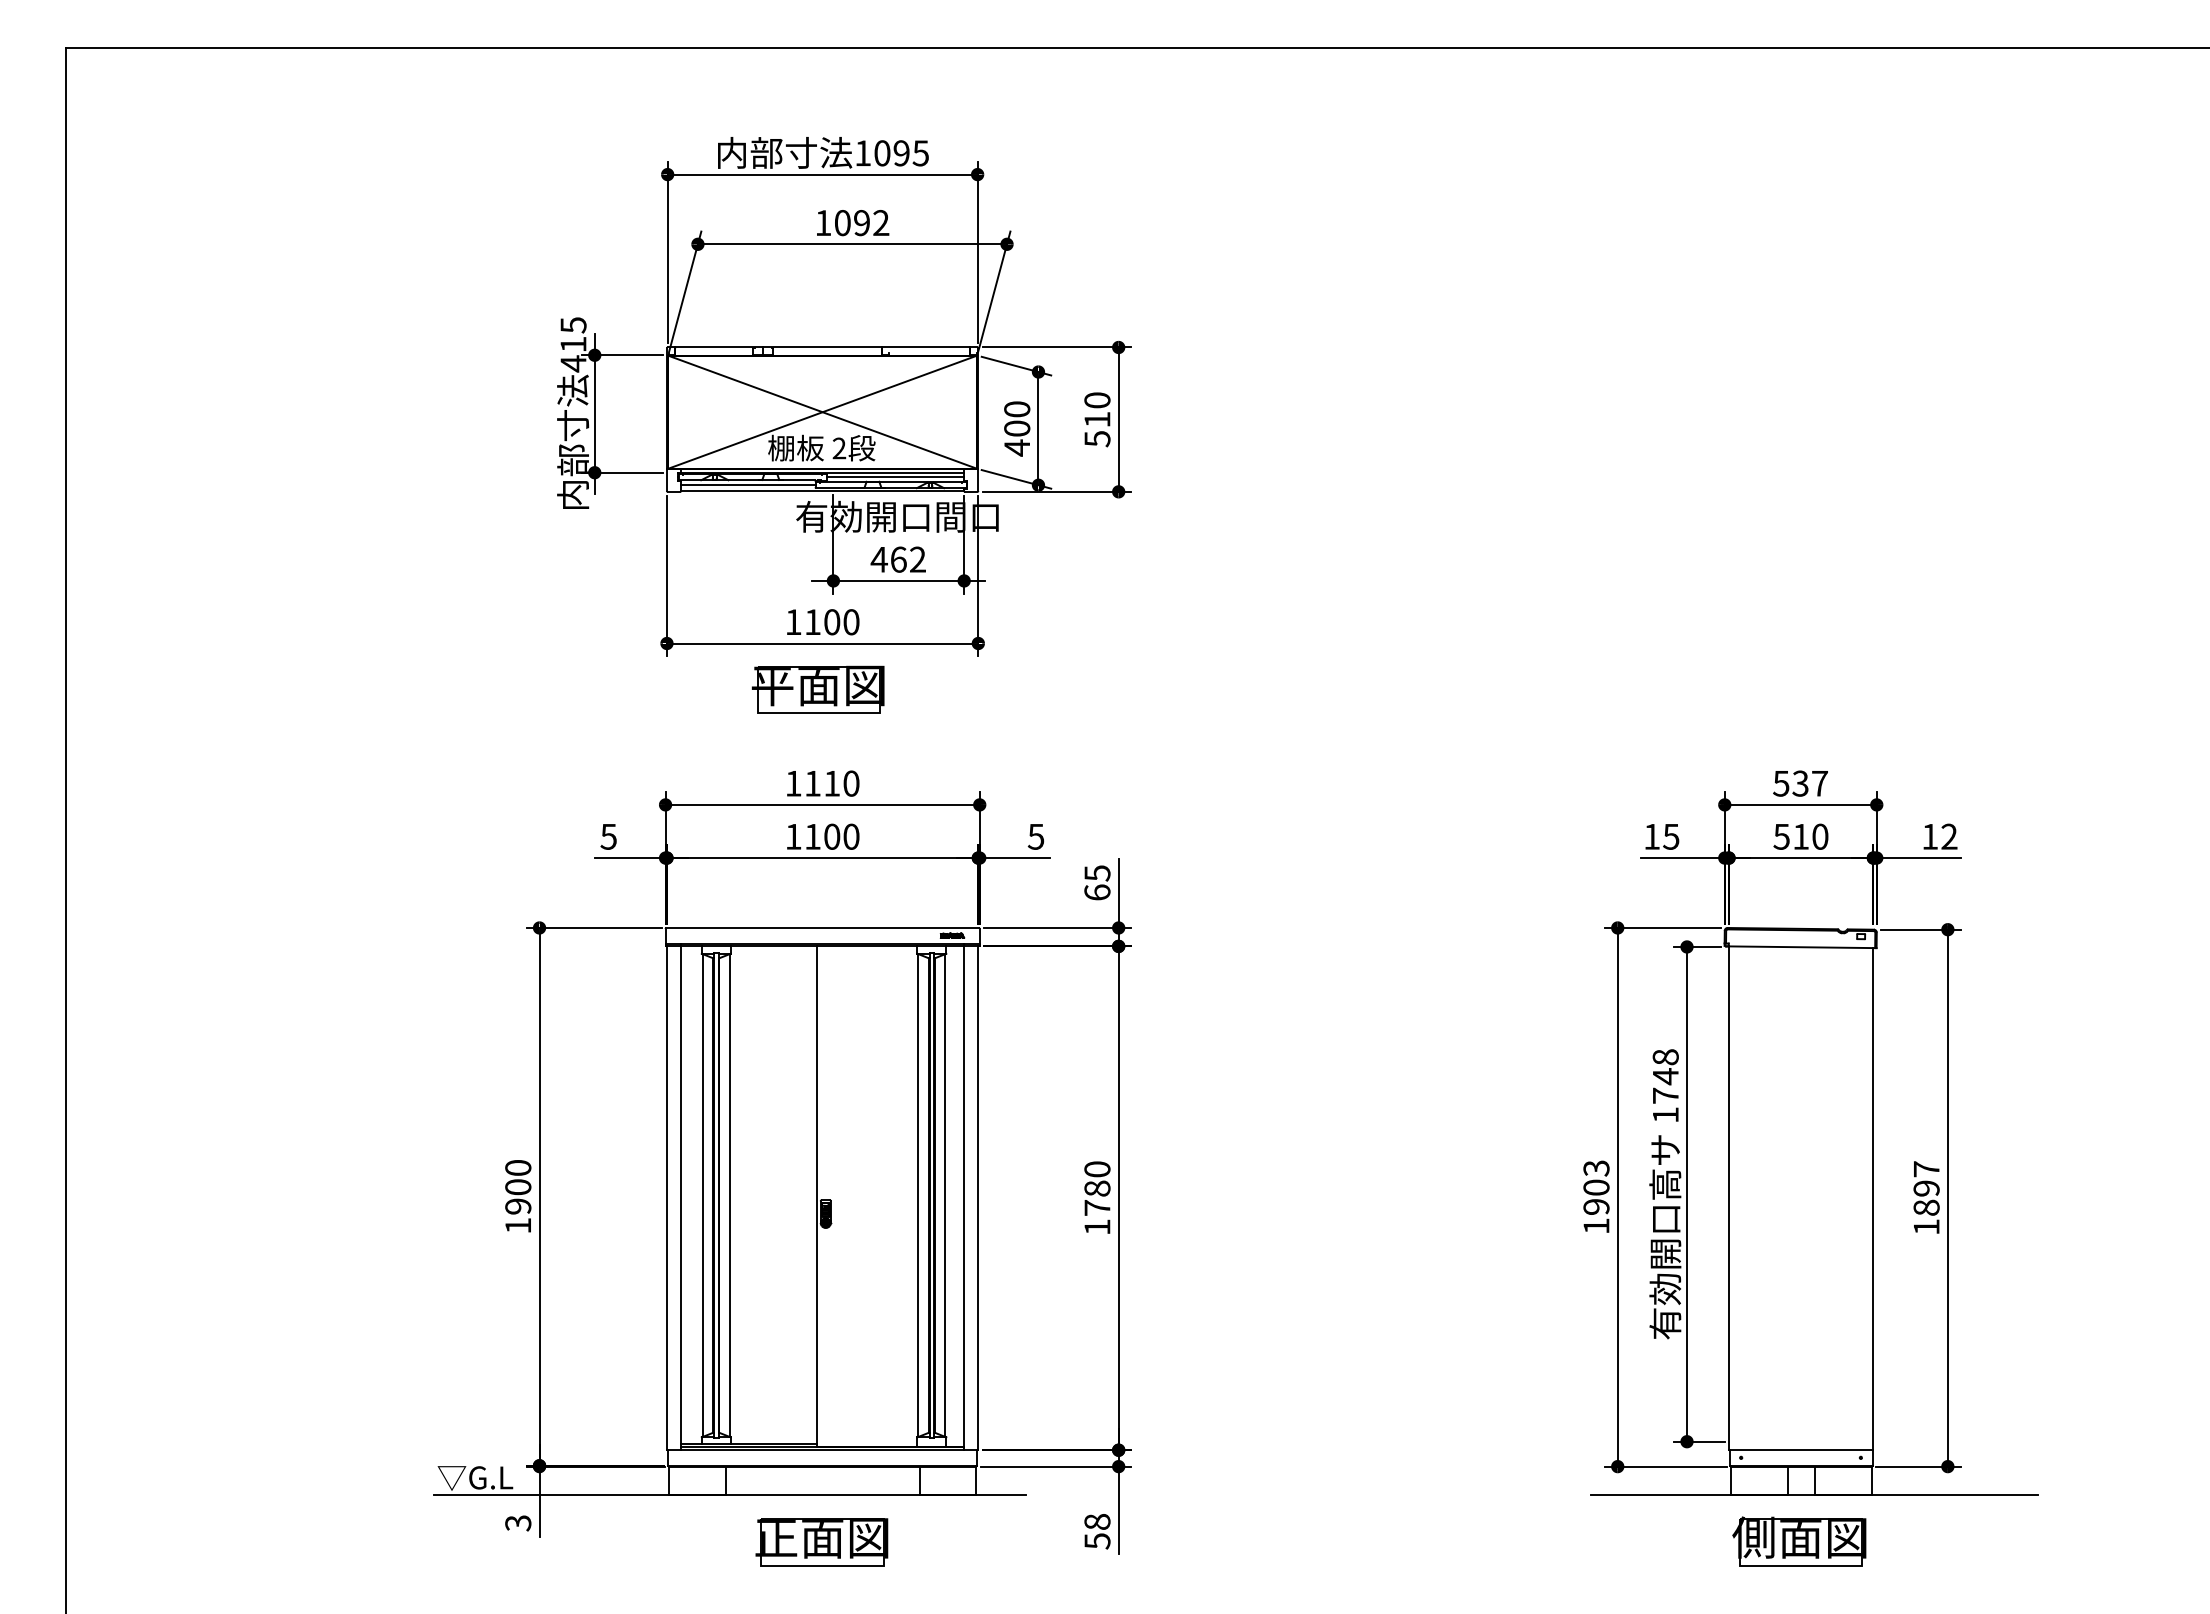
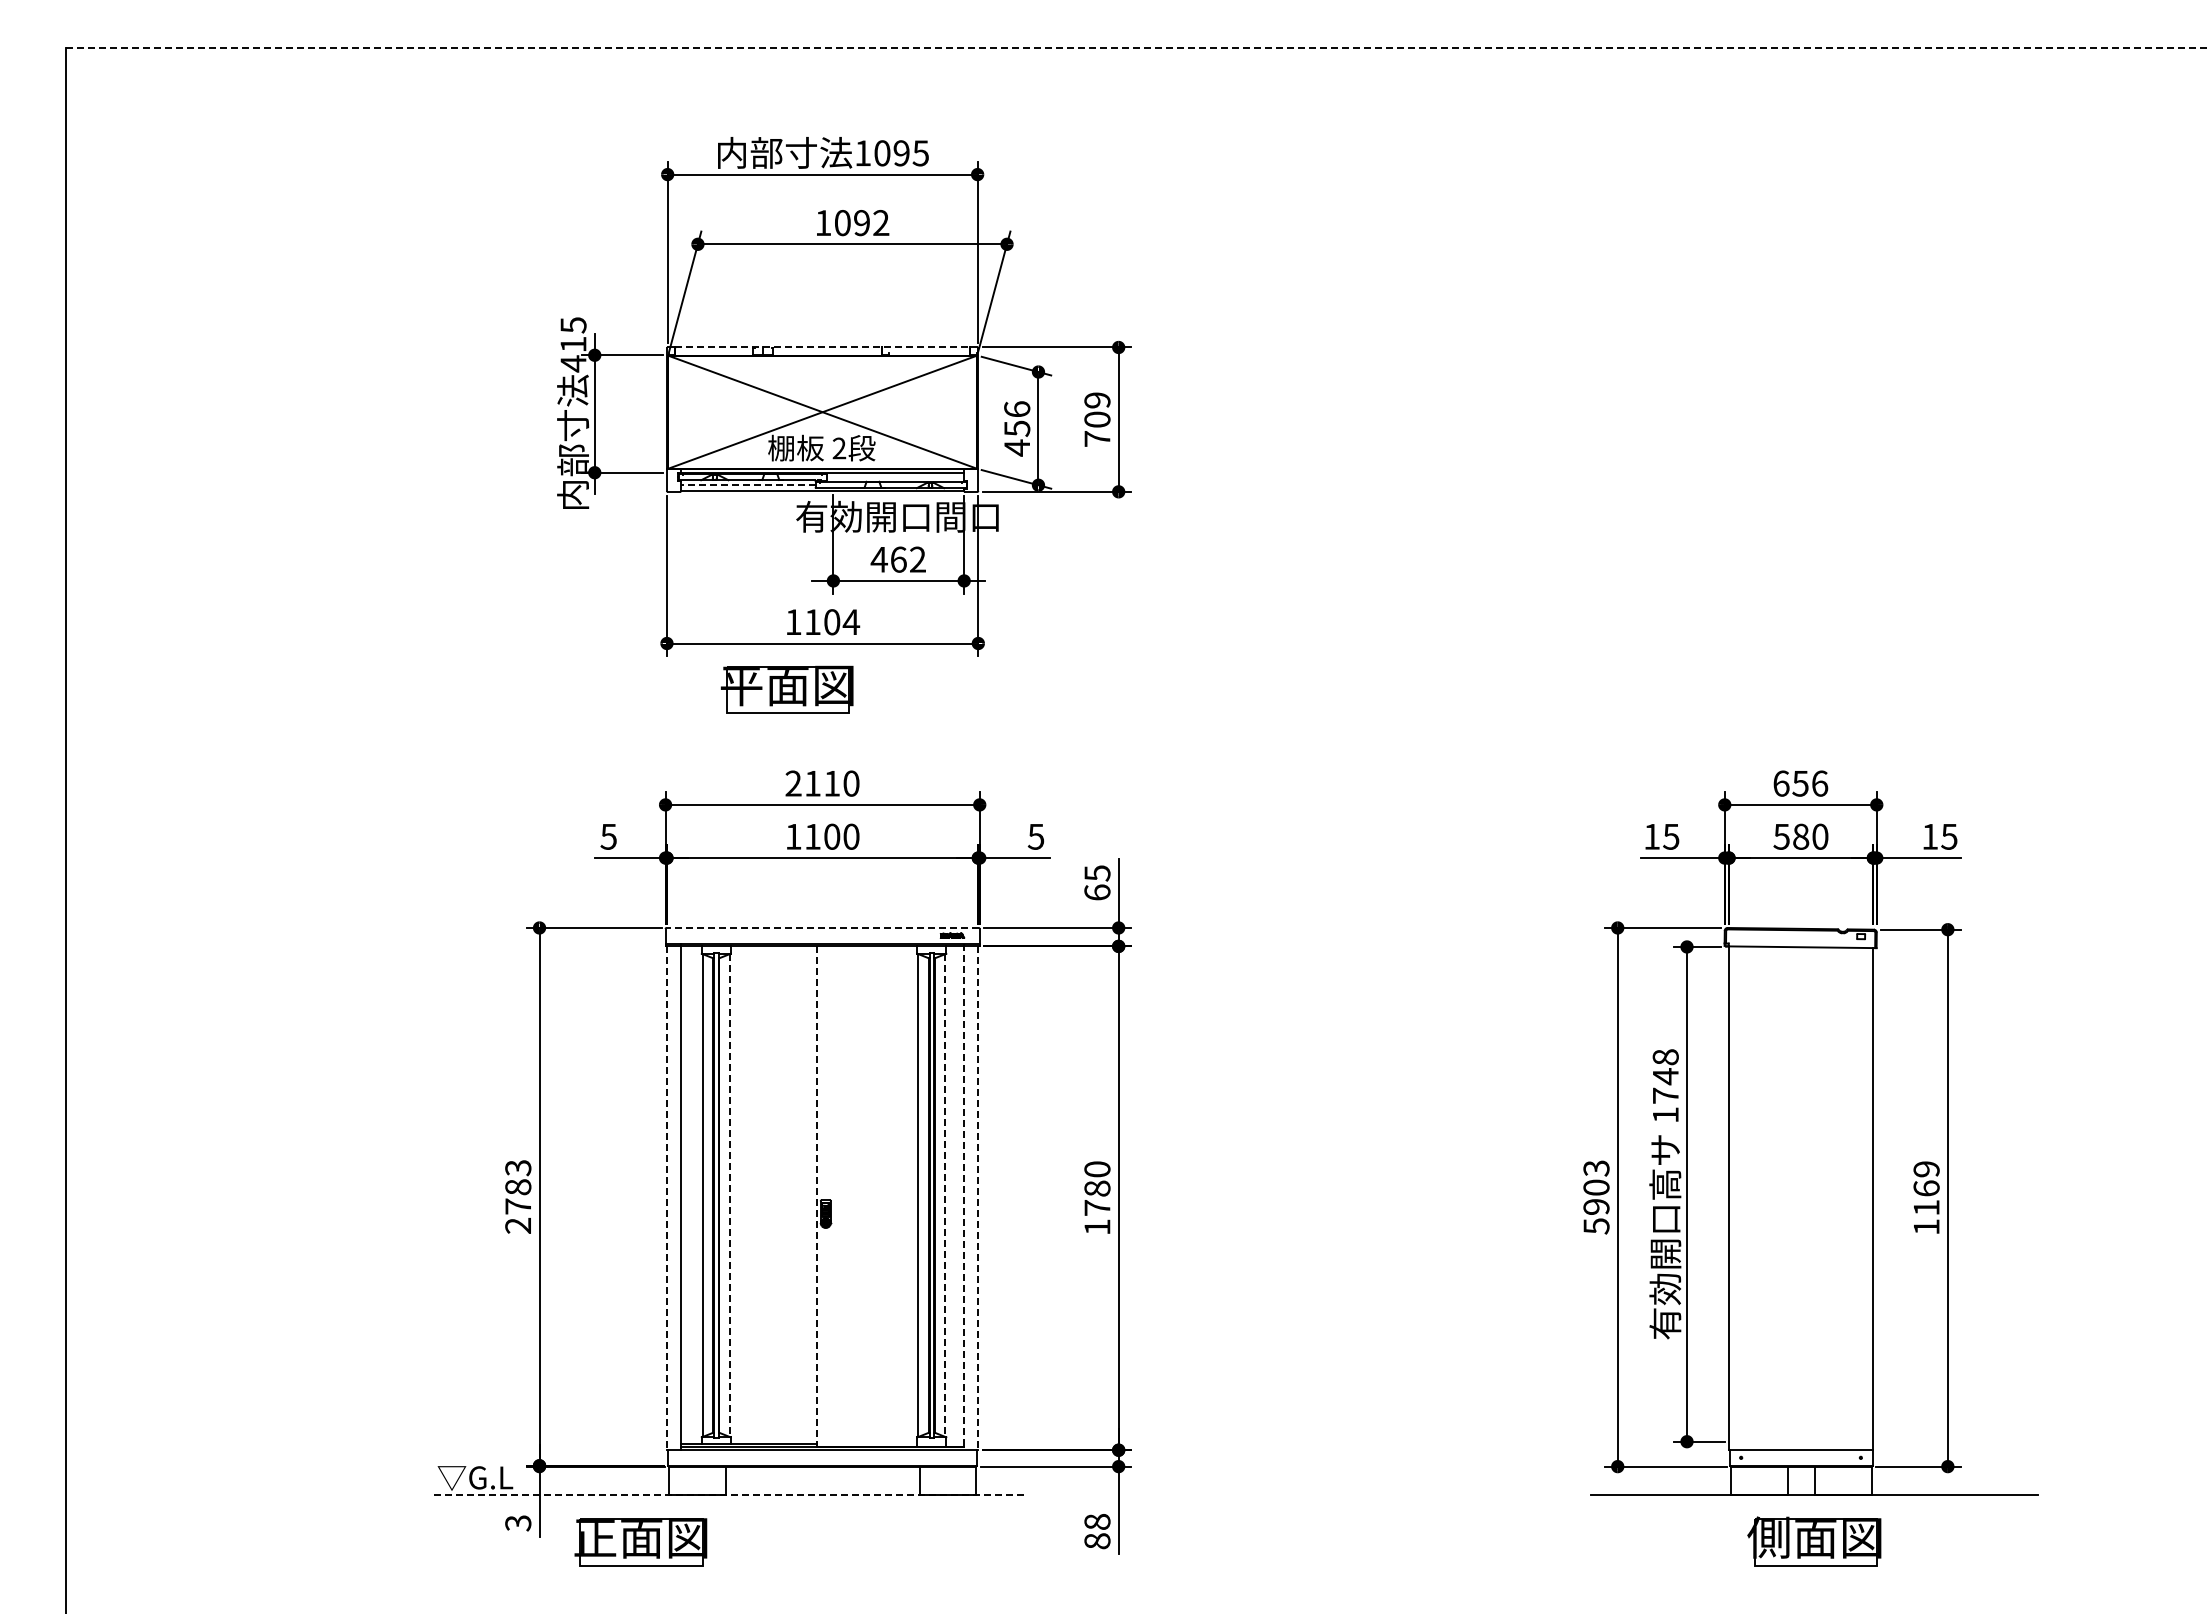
line at (1138, 48): solid -> dashed
line at (823, 347): solid -> dashed
text at (1017, 418): 400 -> 456
text at (1097, 419): 510 -> 709
line at (895, 476): present -> none
line at (747, 484): solid -> dashed
text at (851, 622): 1100 -> 1104
part at (817, 689) position: (817, 689) -> (786, 689)
text at (793, 783): 1110 -> 2110
text at (1800, 783): 537 -> 656
text at (1801, 836): 510 -> 580
text at (1949, 836): 12 -> 15
line at (822, 928): solid -> dashed
text at (1926, 1188): 1897 -> 1169
text at (518, 1196): 1900 -> 2783
line at (729, 1196): solid -> dashed
line at (816, 1196): solid -> dashed
line at (945, 1196): solid -> dashed
line at (964, 1197): solid -> dashed
line at (666, 1198): solid -> dashed
line at (978, 1198): solid -> dashed
text at (1596, 1226): 1903 -> 5903
line at (729, 1494): solid -> dashed
text at (1097, 1541): 58 -> 88
part at (1799, 1541) position: (1799, 1541) -> (1814, 1541)
part at (821, 1542) position: (821, 1542) -> (640, 1542)
